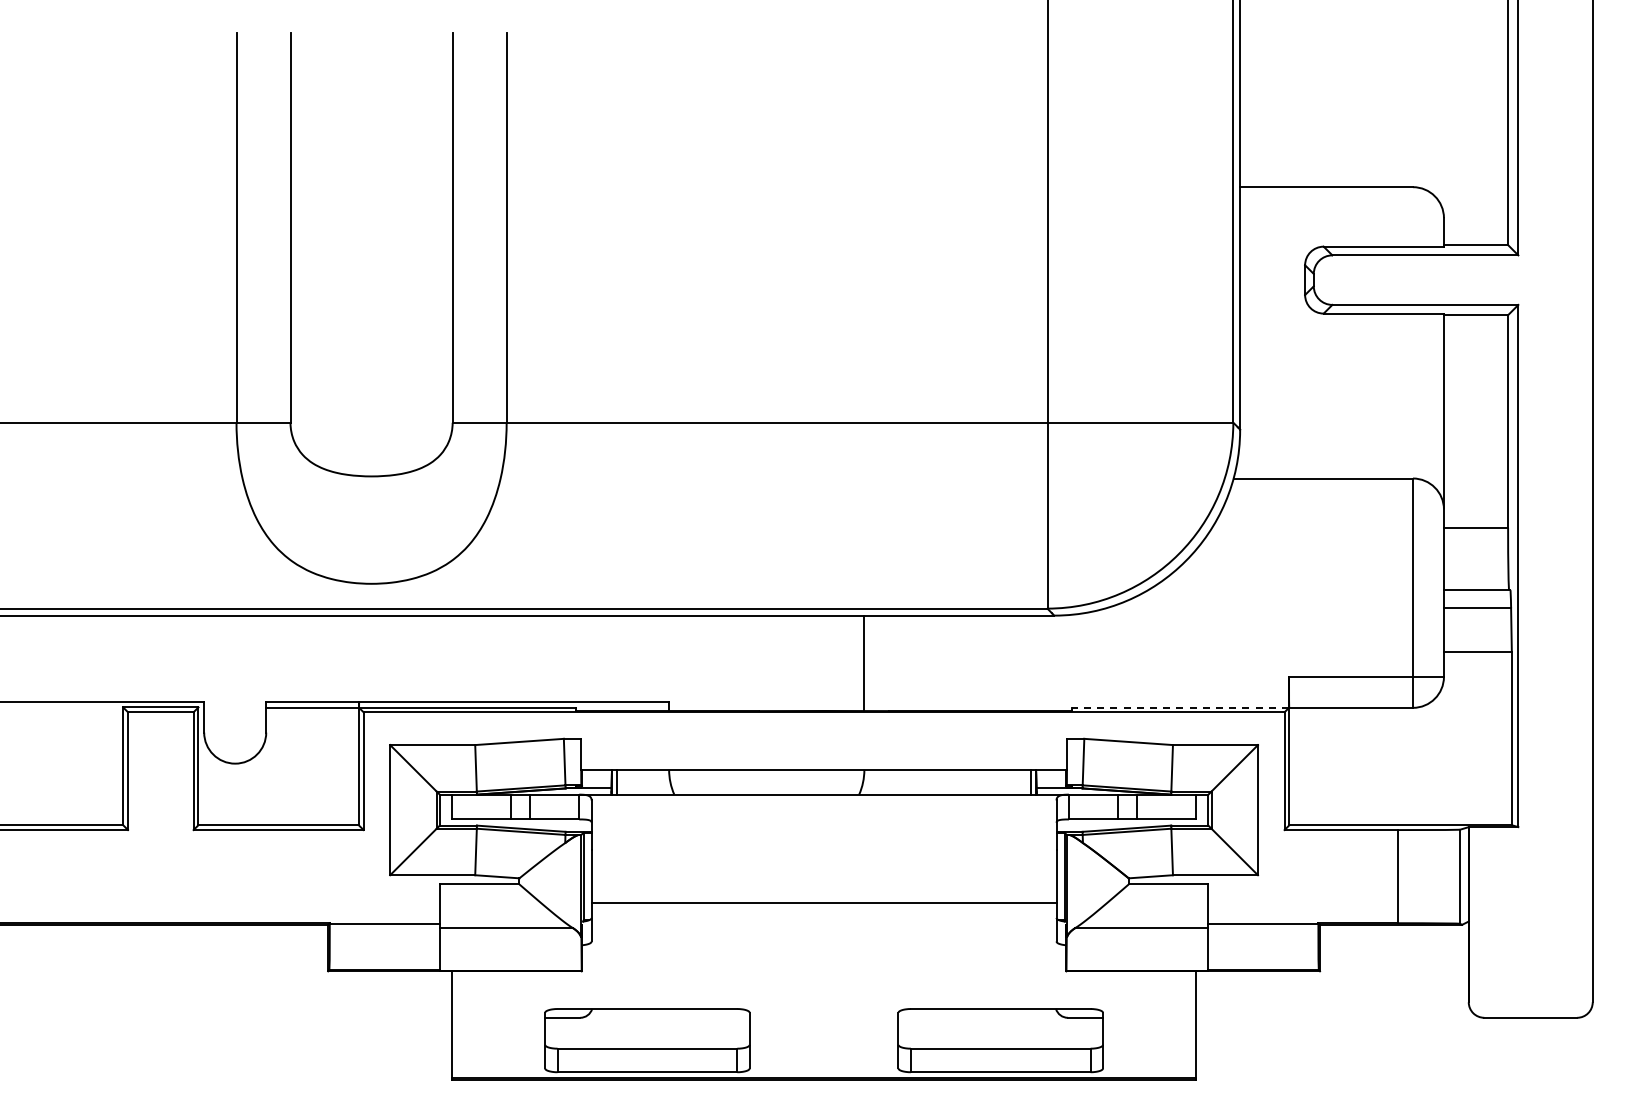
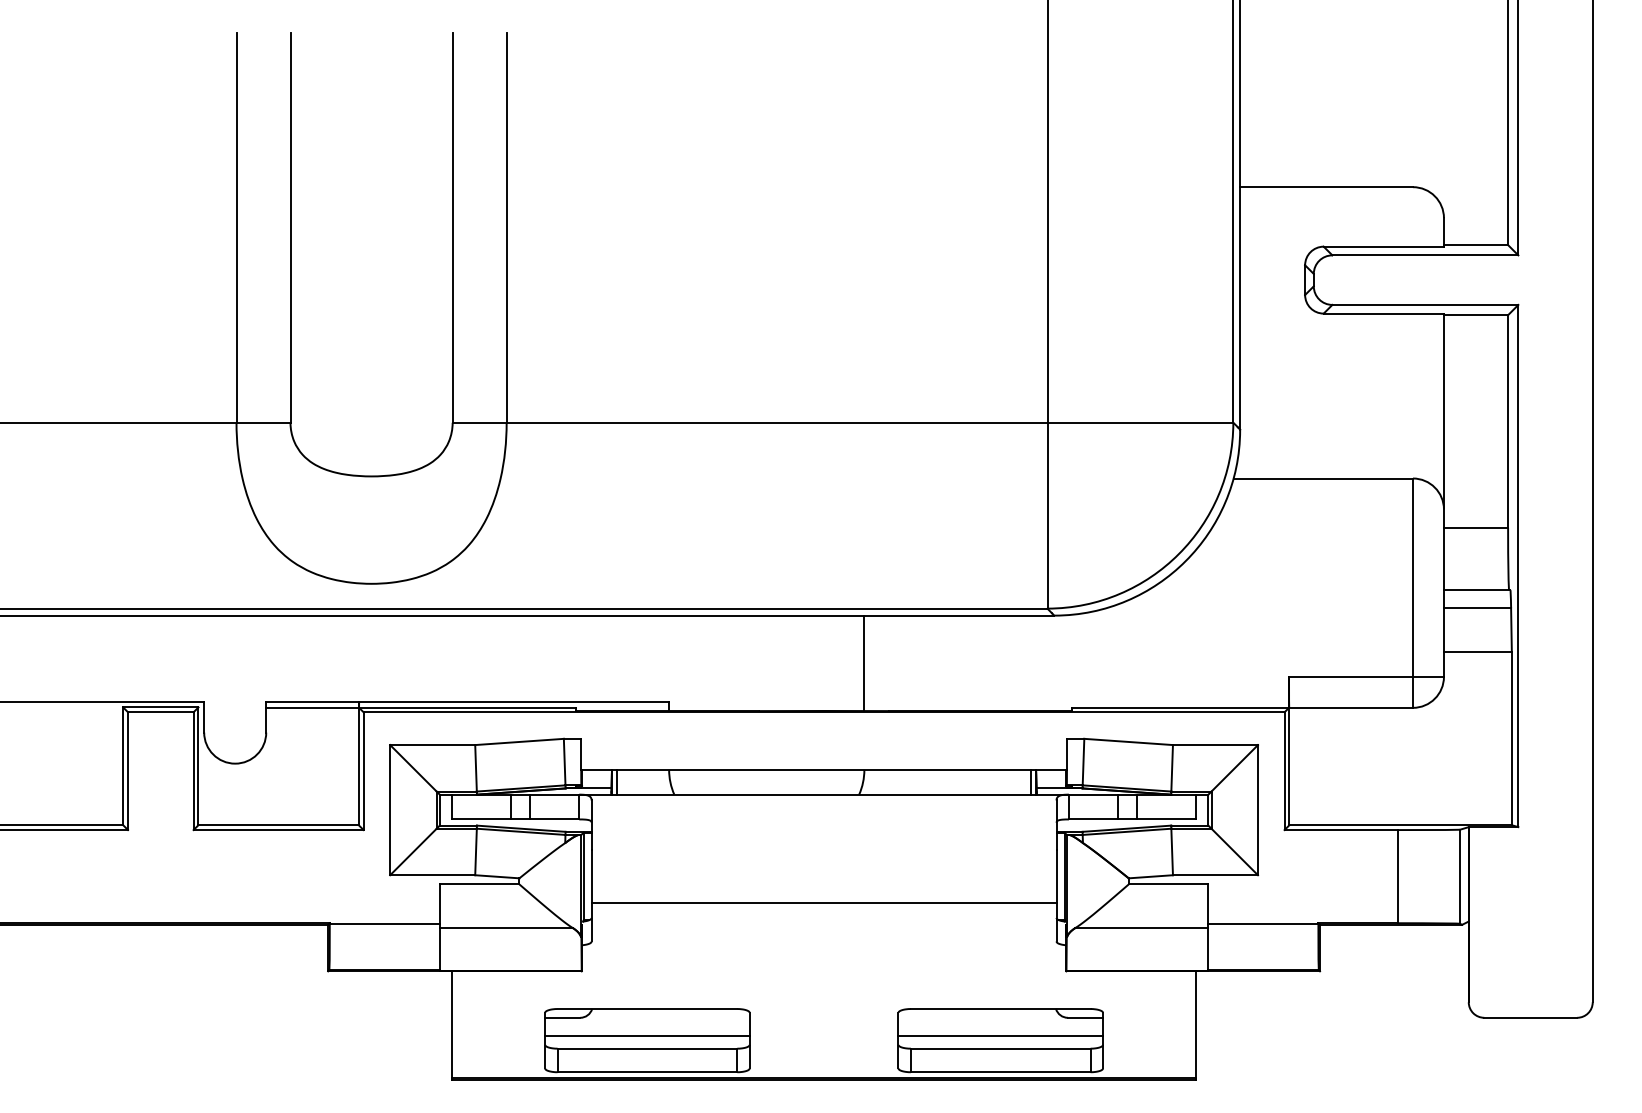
line at (1180, 707): dashed -> solid
line at (647, 1036): none -> present
line at (1000, 1036): none -> present
